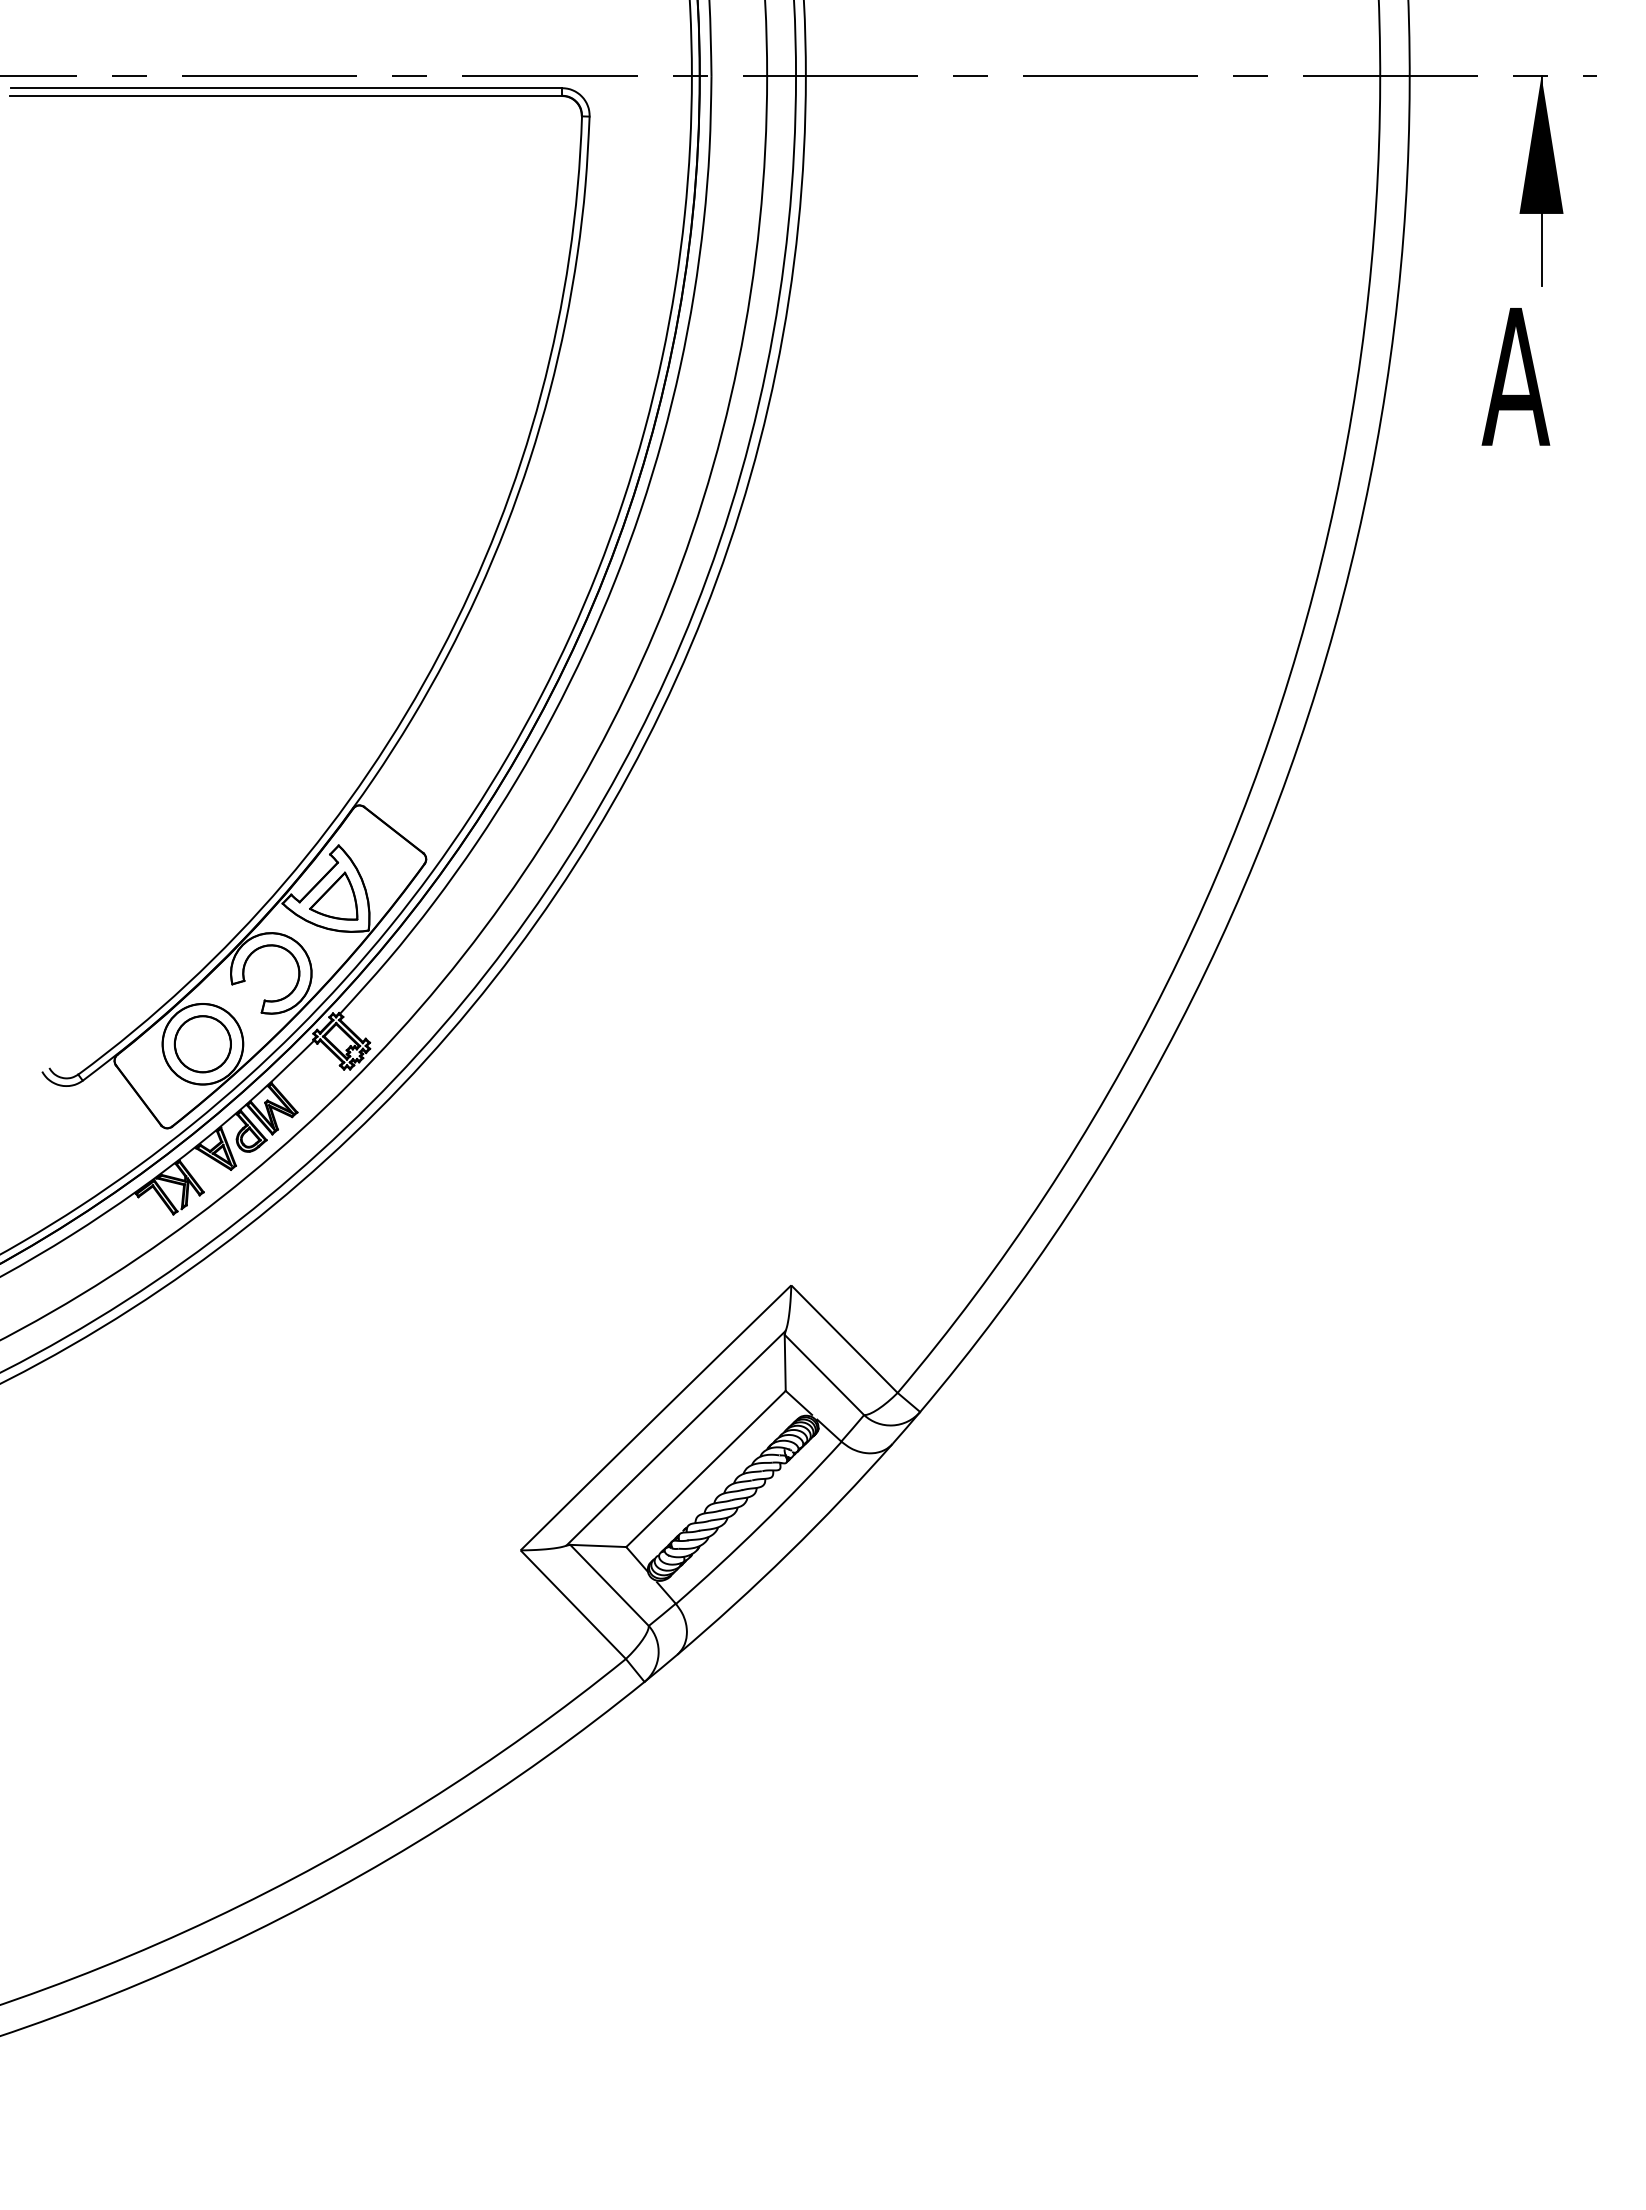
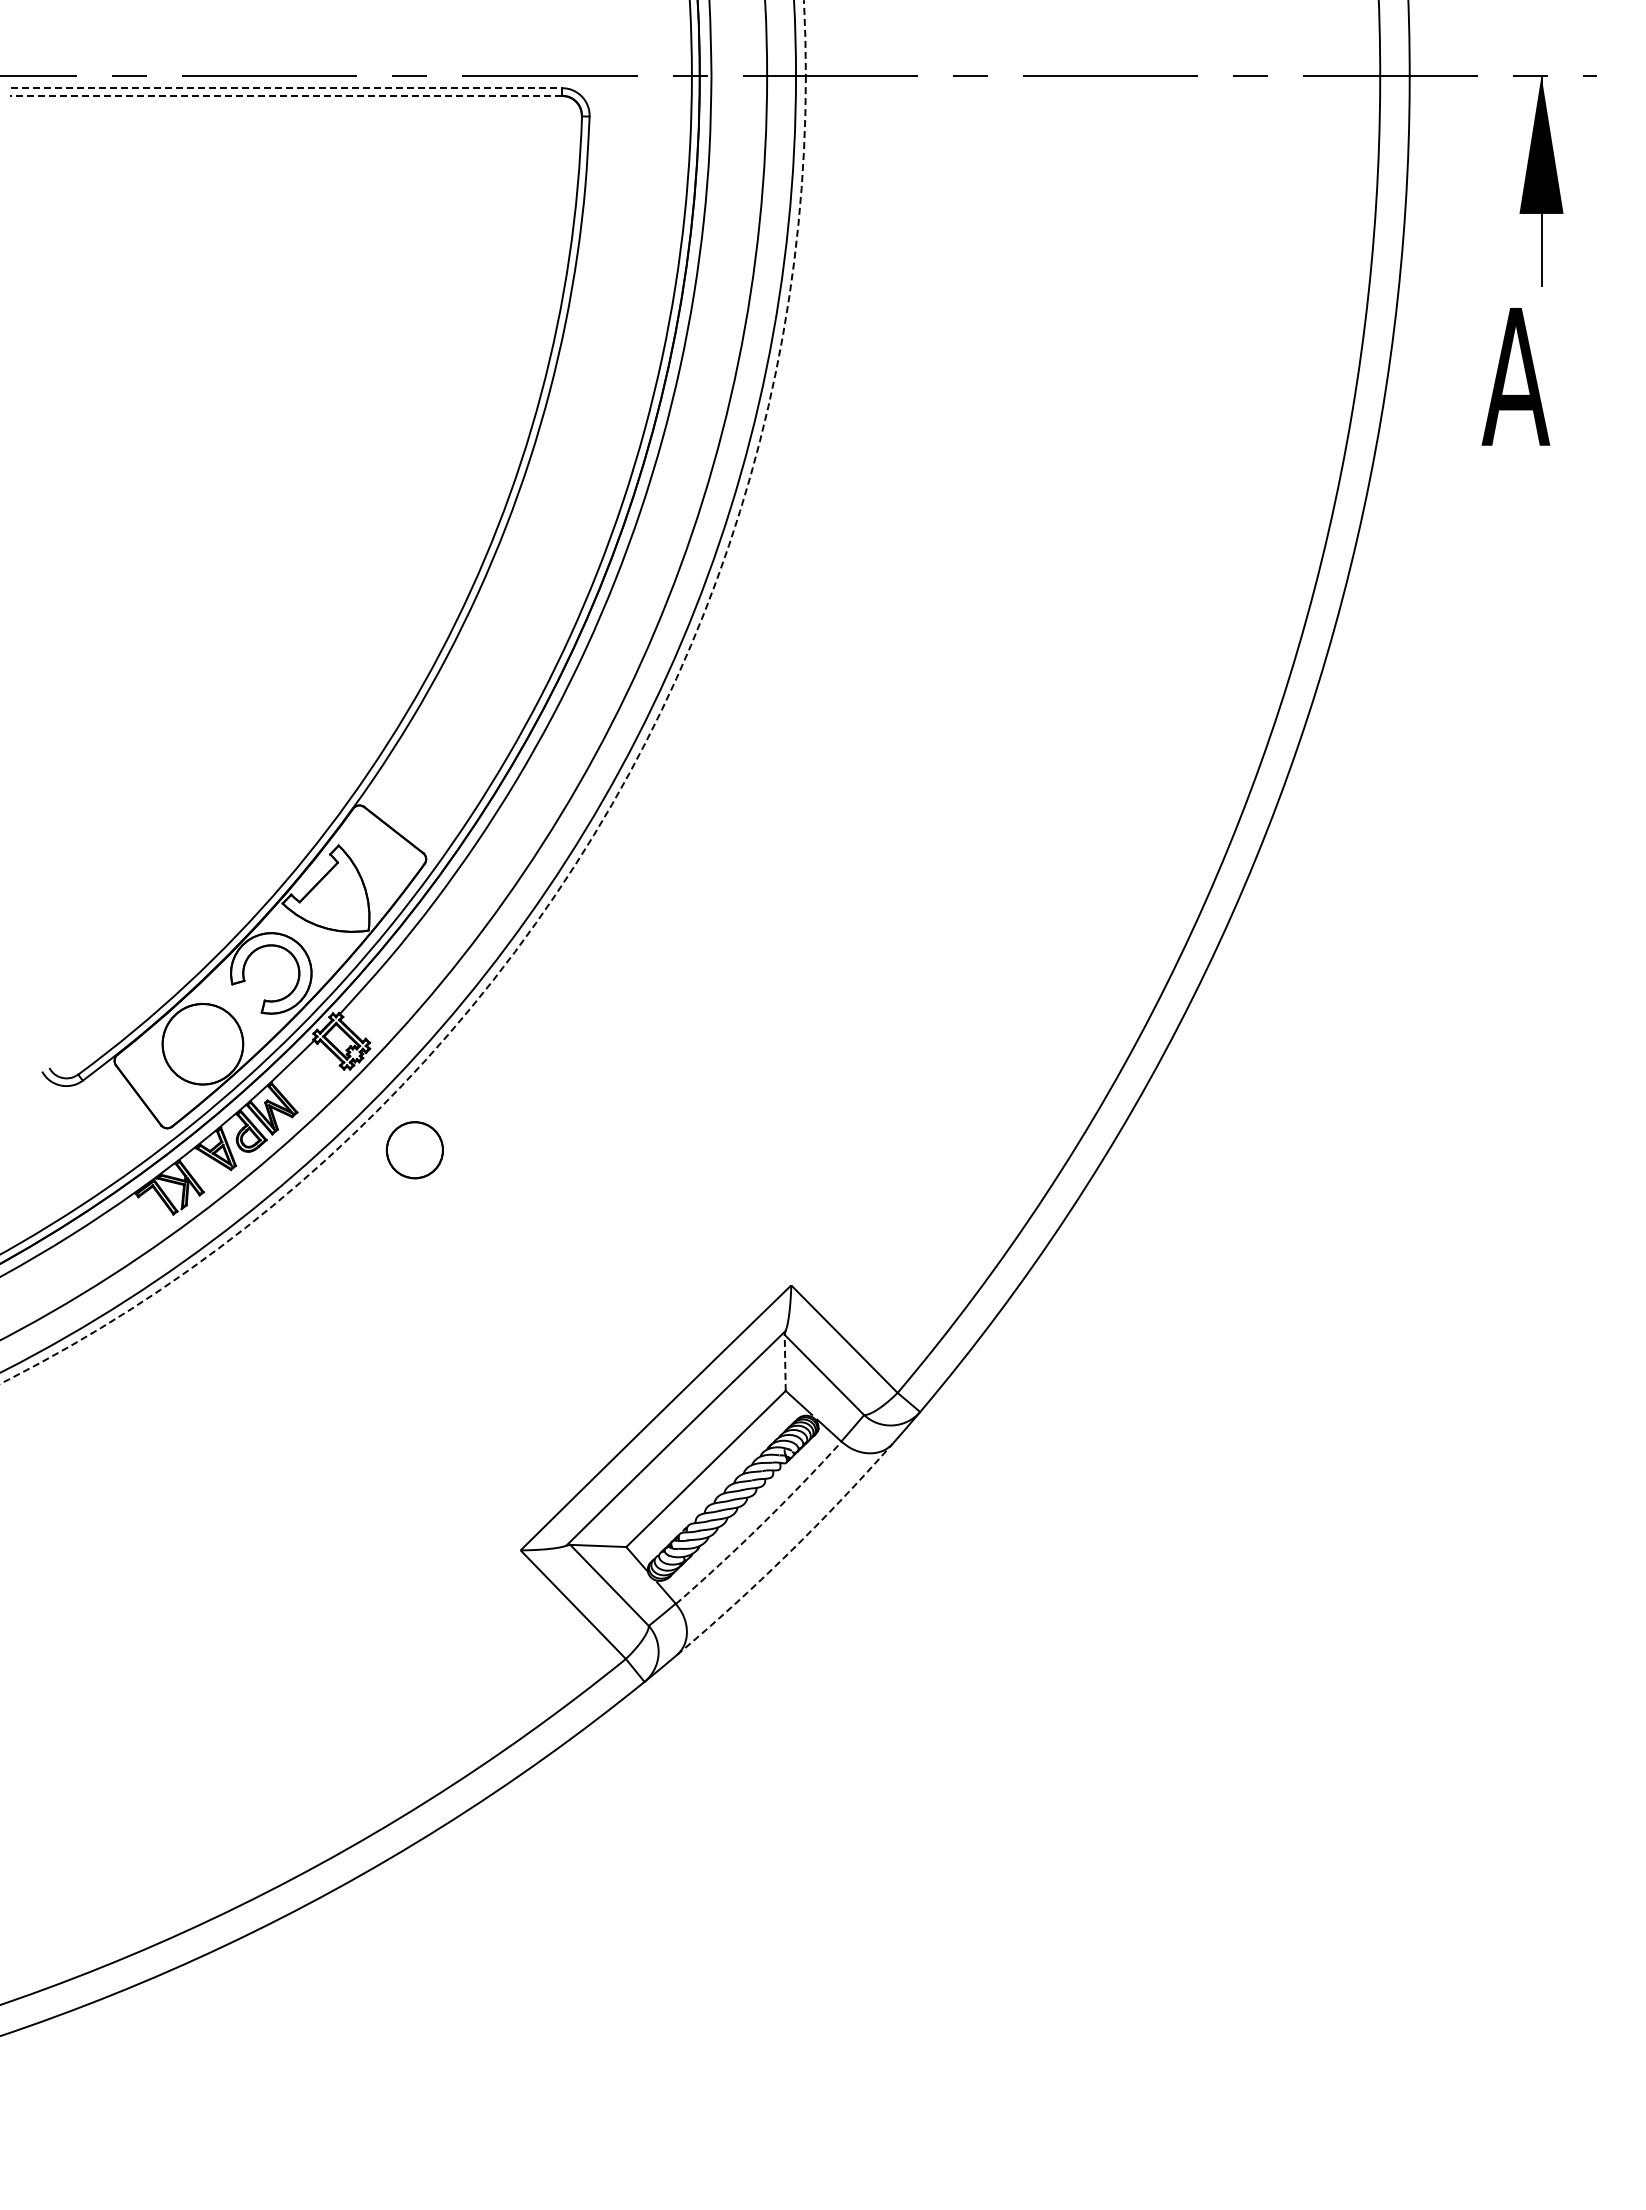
line at (286, 88): solid -> dashed
line at (286, 95): solid -> dashed
circle at (402, 691): solid -> dashed
part at (333, 895): present -> none
circle at (202, 1044) position: (202, 1044) -> (414, 1150)
line at (785, 1362): solid -> dashed
arc at (761, 1525): solid -> dashed
arc at (788, 1553): solid -> dashed
